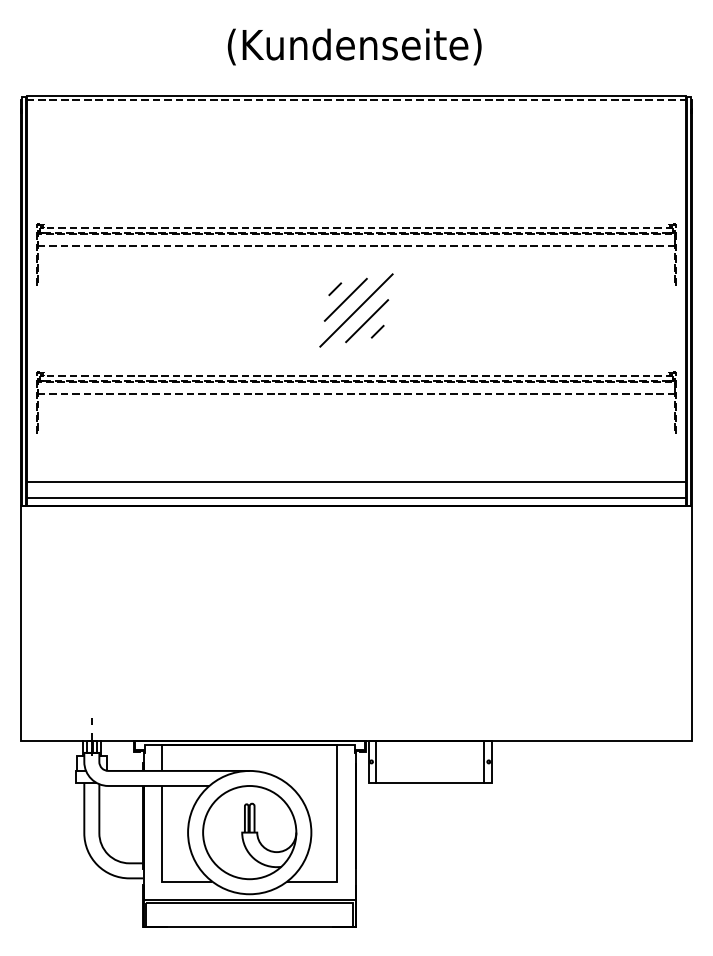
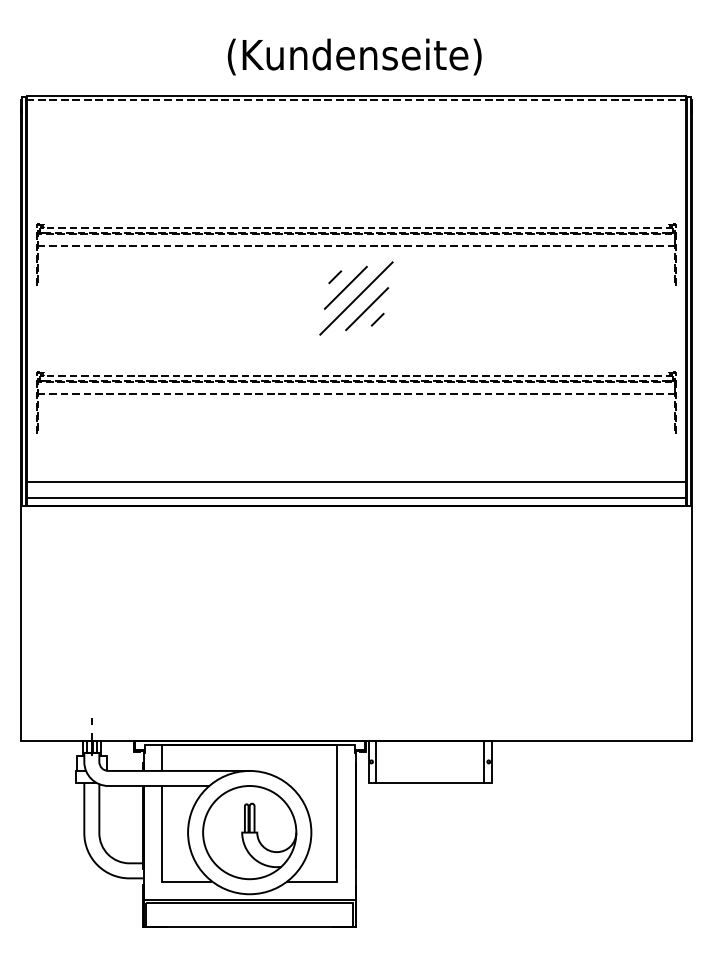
text at (354, 46) position: (354, 46) -> (354, 56)
part at (356, 310) position: (356, 310) -> (356, 298)
